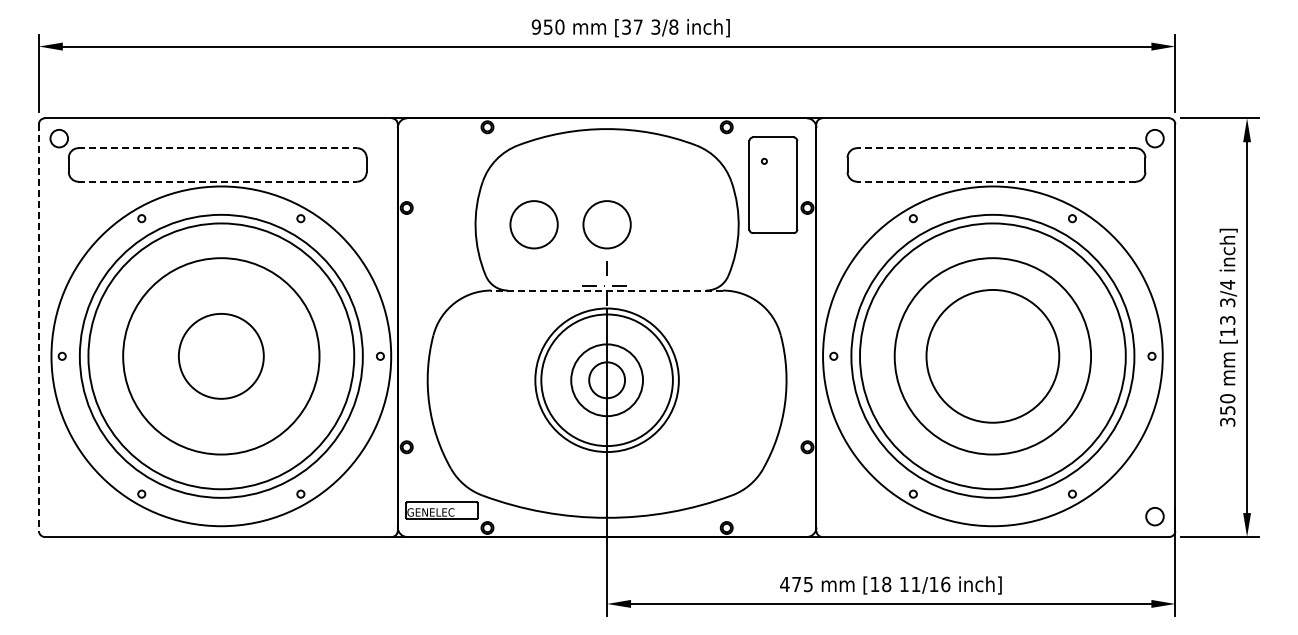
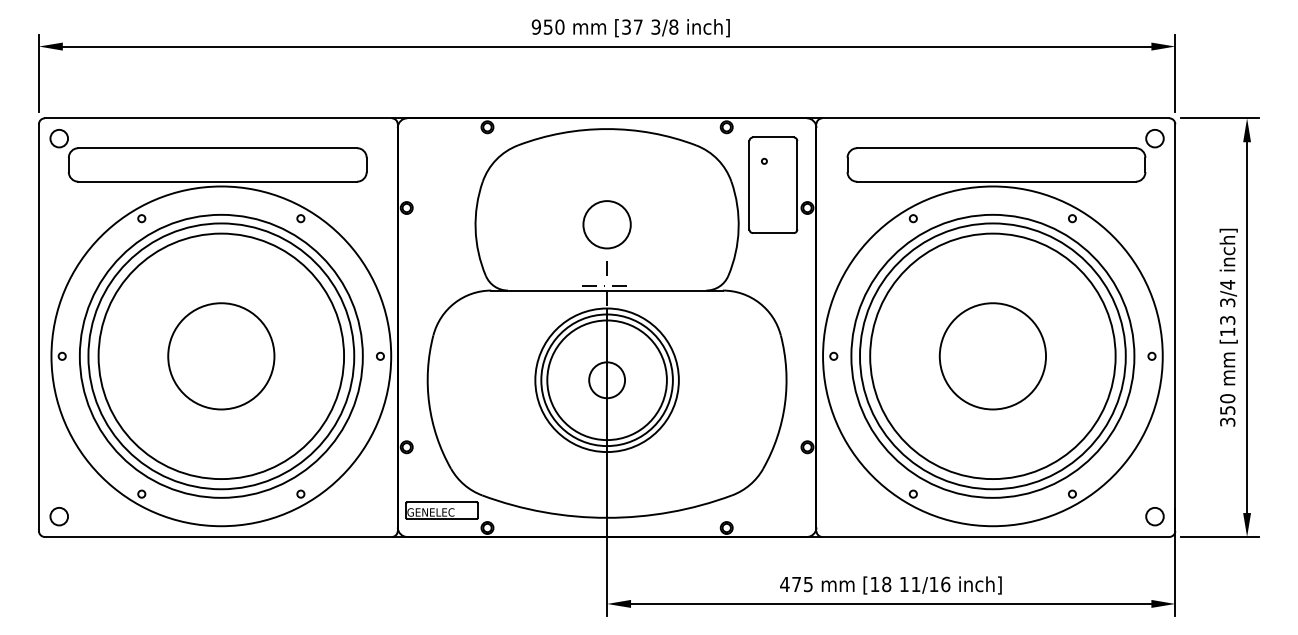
line at (218, 148): dashed -> solid
line at (995, 148): dashed -> solid
line at (218, 181): dashed -> solid
line at (995, 181): dashed -> solid
circle at (533, 224): present -> none
line at (607, 290): dashed -> solid
line at (38, 328): dashed -> solid
circle at (220, 355) diameter: 85 px -> 106 px
circle at (992, 355) diameter: 133 px -> 106 px
circle at (221, 356) diameter: 196 px -> 245 px
circle at (992, 356) diameter: 196 px -> 245 px
circle at (607, 380) diameter: 72 px -> 120 px
circle at (58, 516): none -> present
